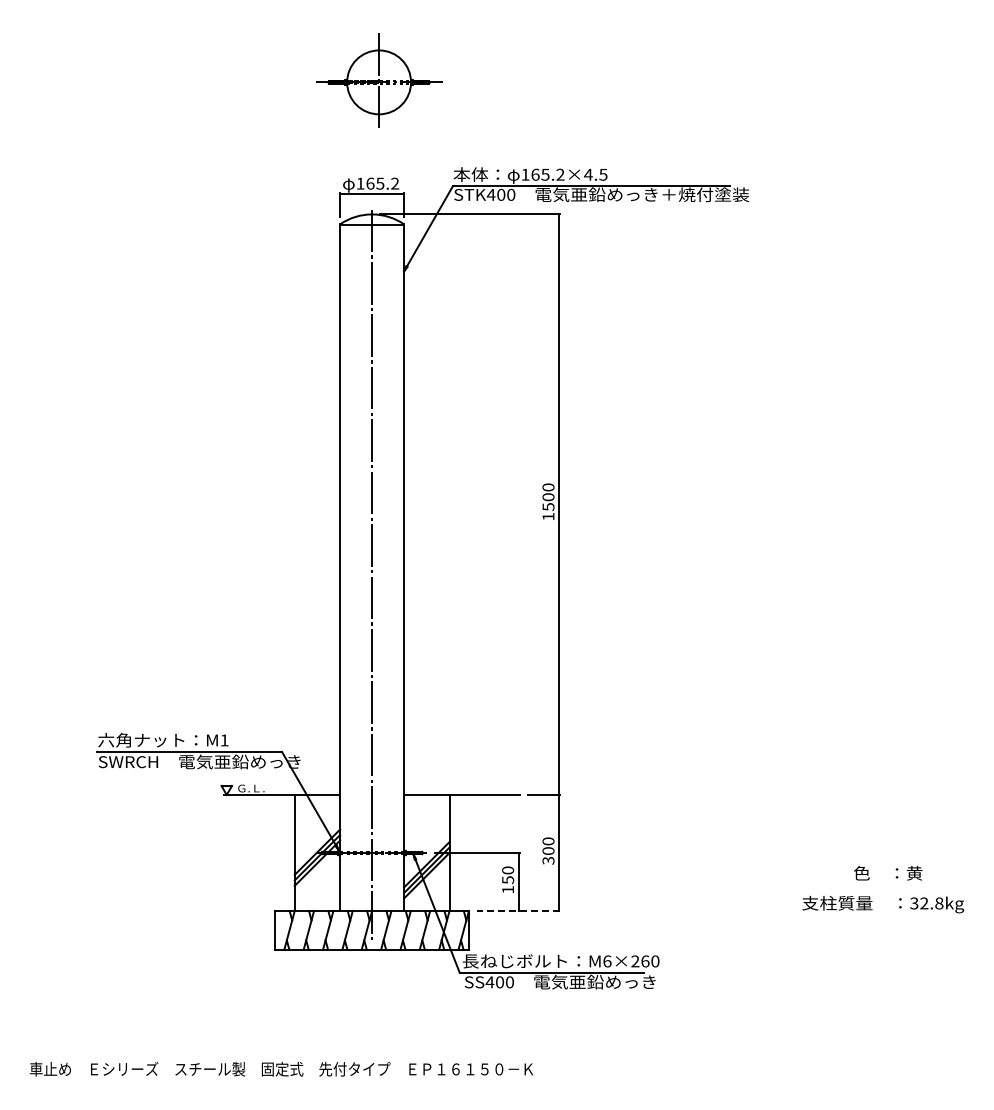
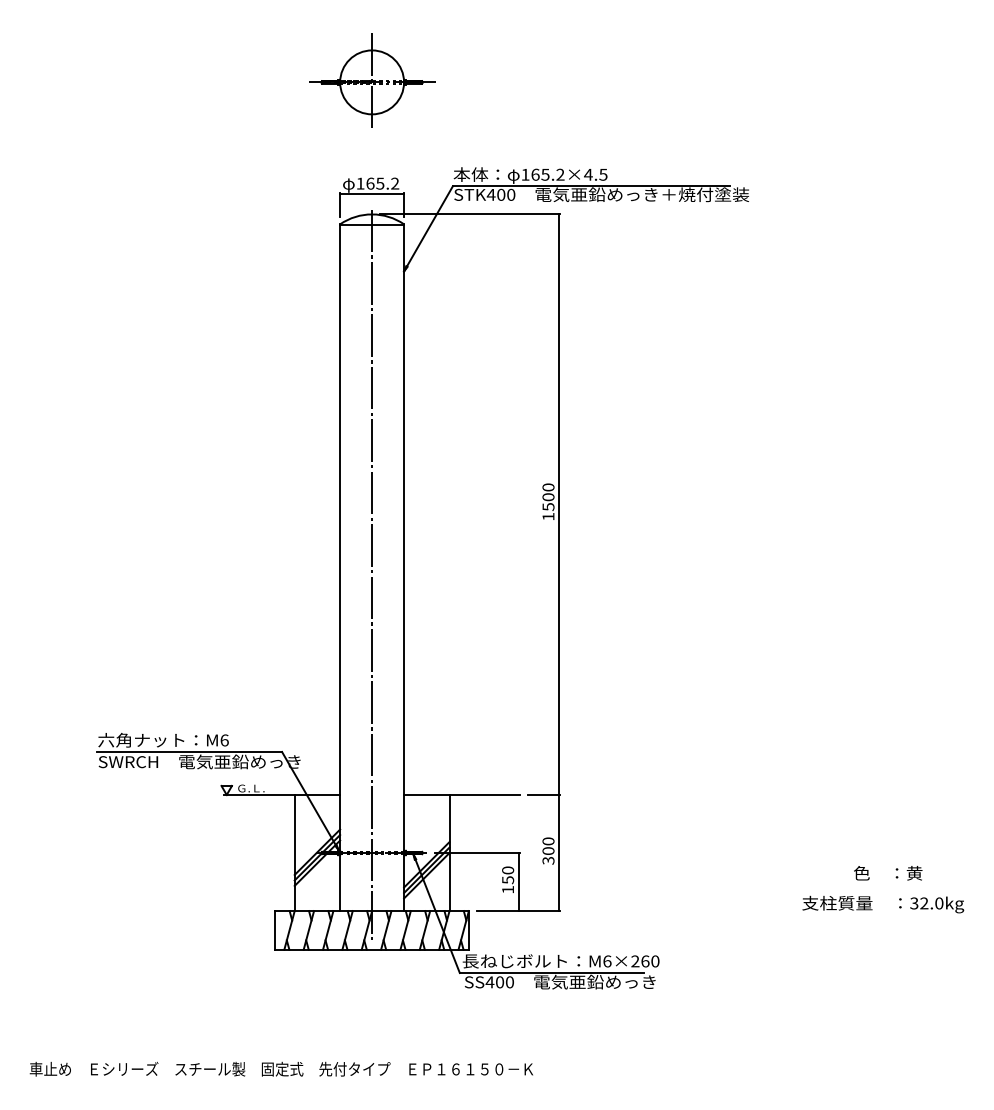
part at (379, 80) position: (379, 80) -> (372, 80)
text at (224, 740): M1 -> M6
text at (939, 903): 32.8kg -> 32.0kg
line at (518, 911): dashed -> solid
